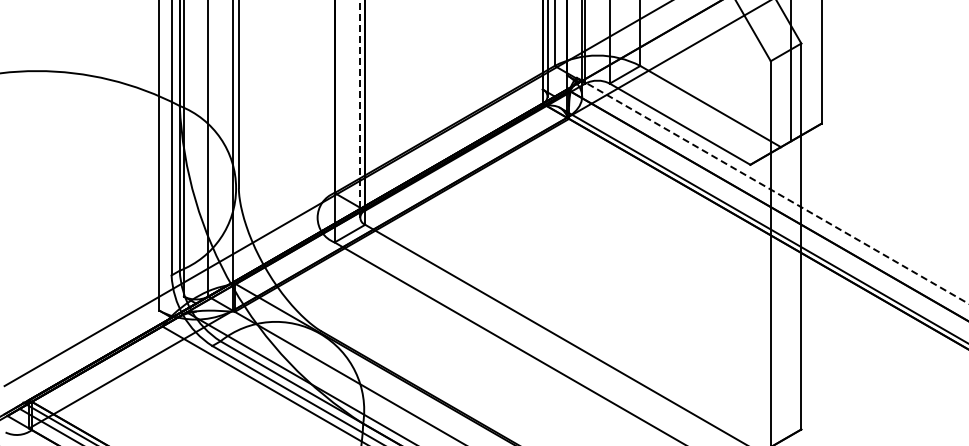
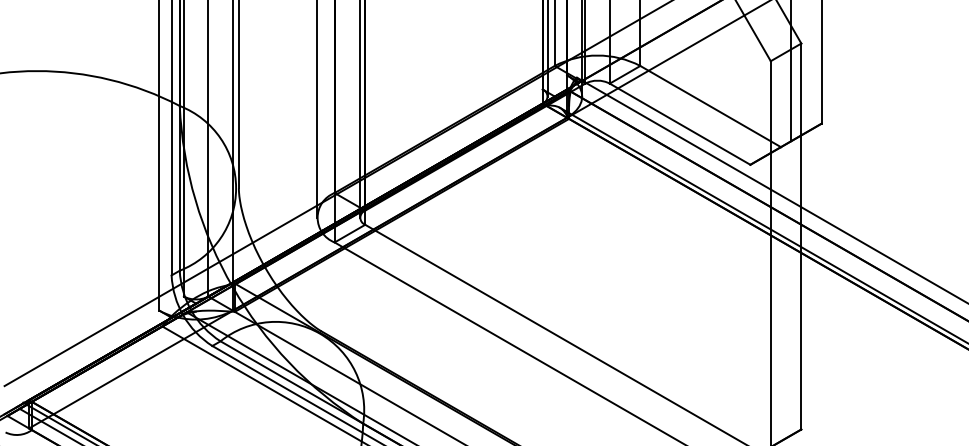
line at (316, 109): none -> present
line at (360, 109): dashed -> solid
line at (772, 190): dashed -> solid
